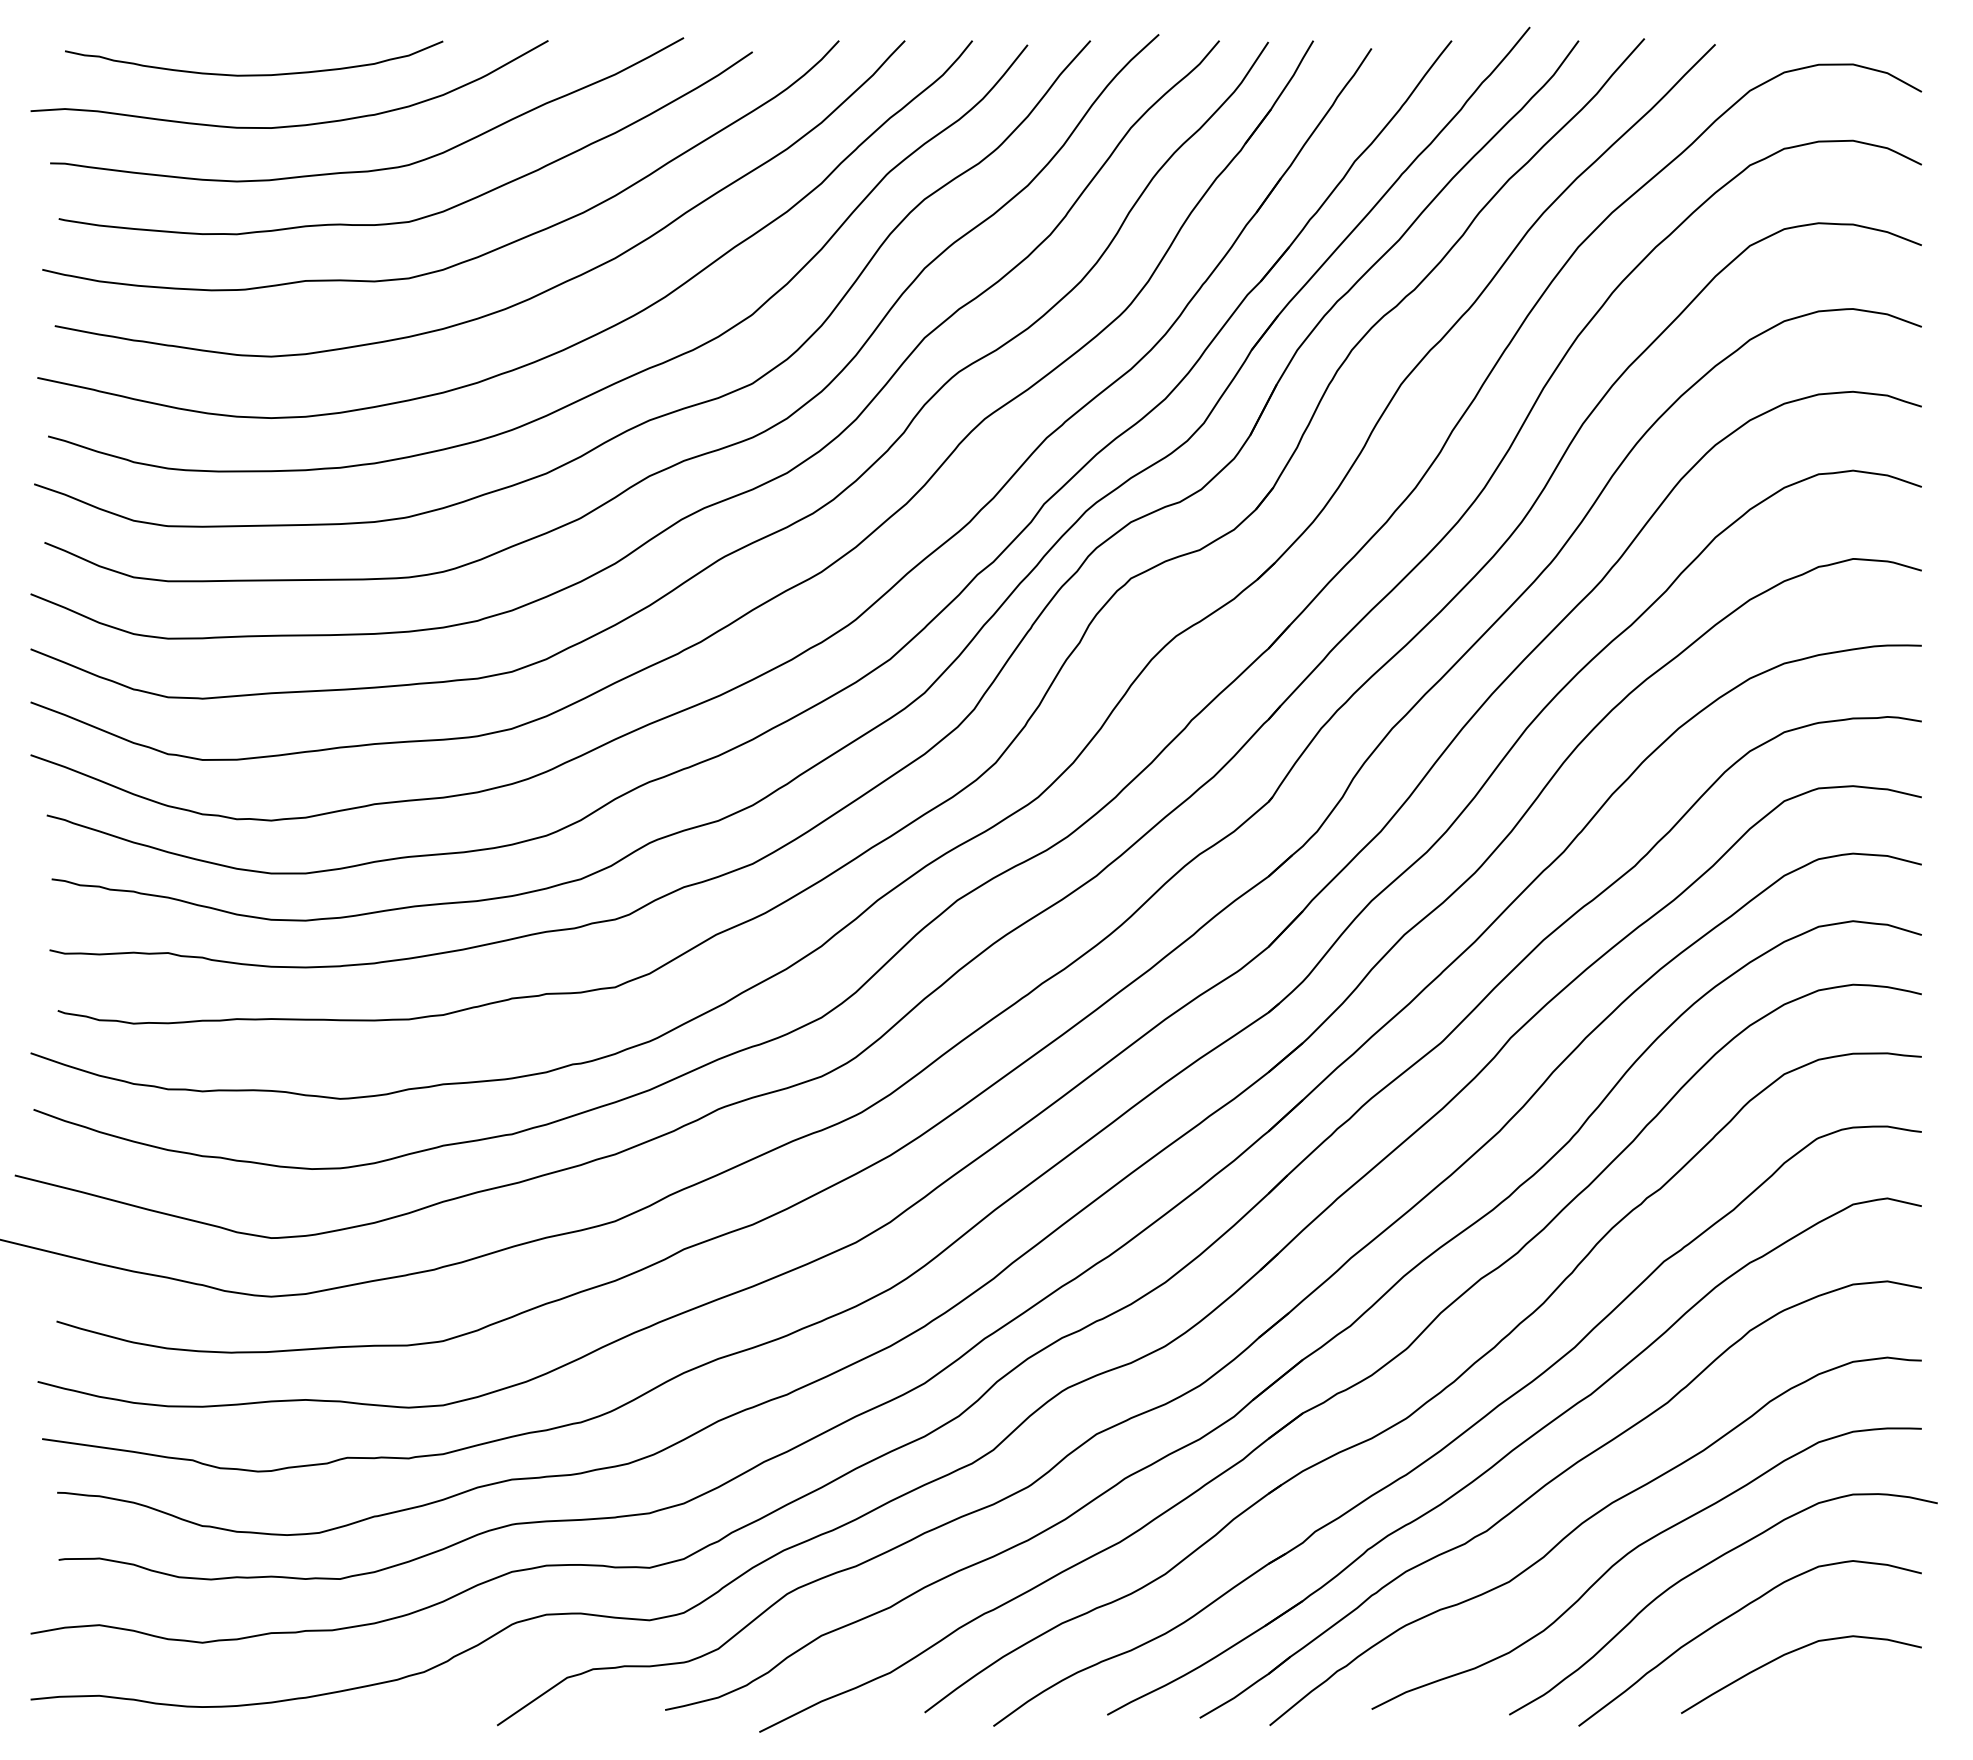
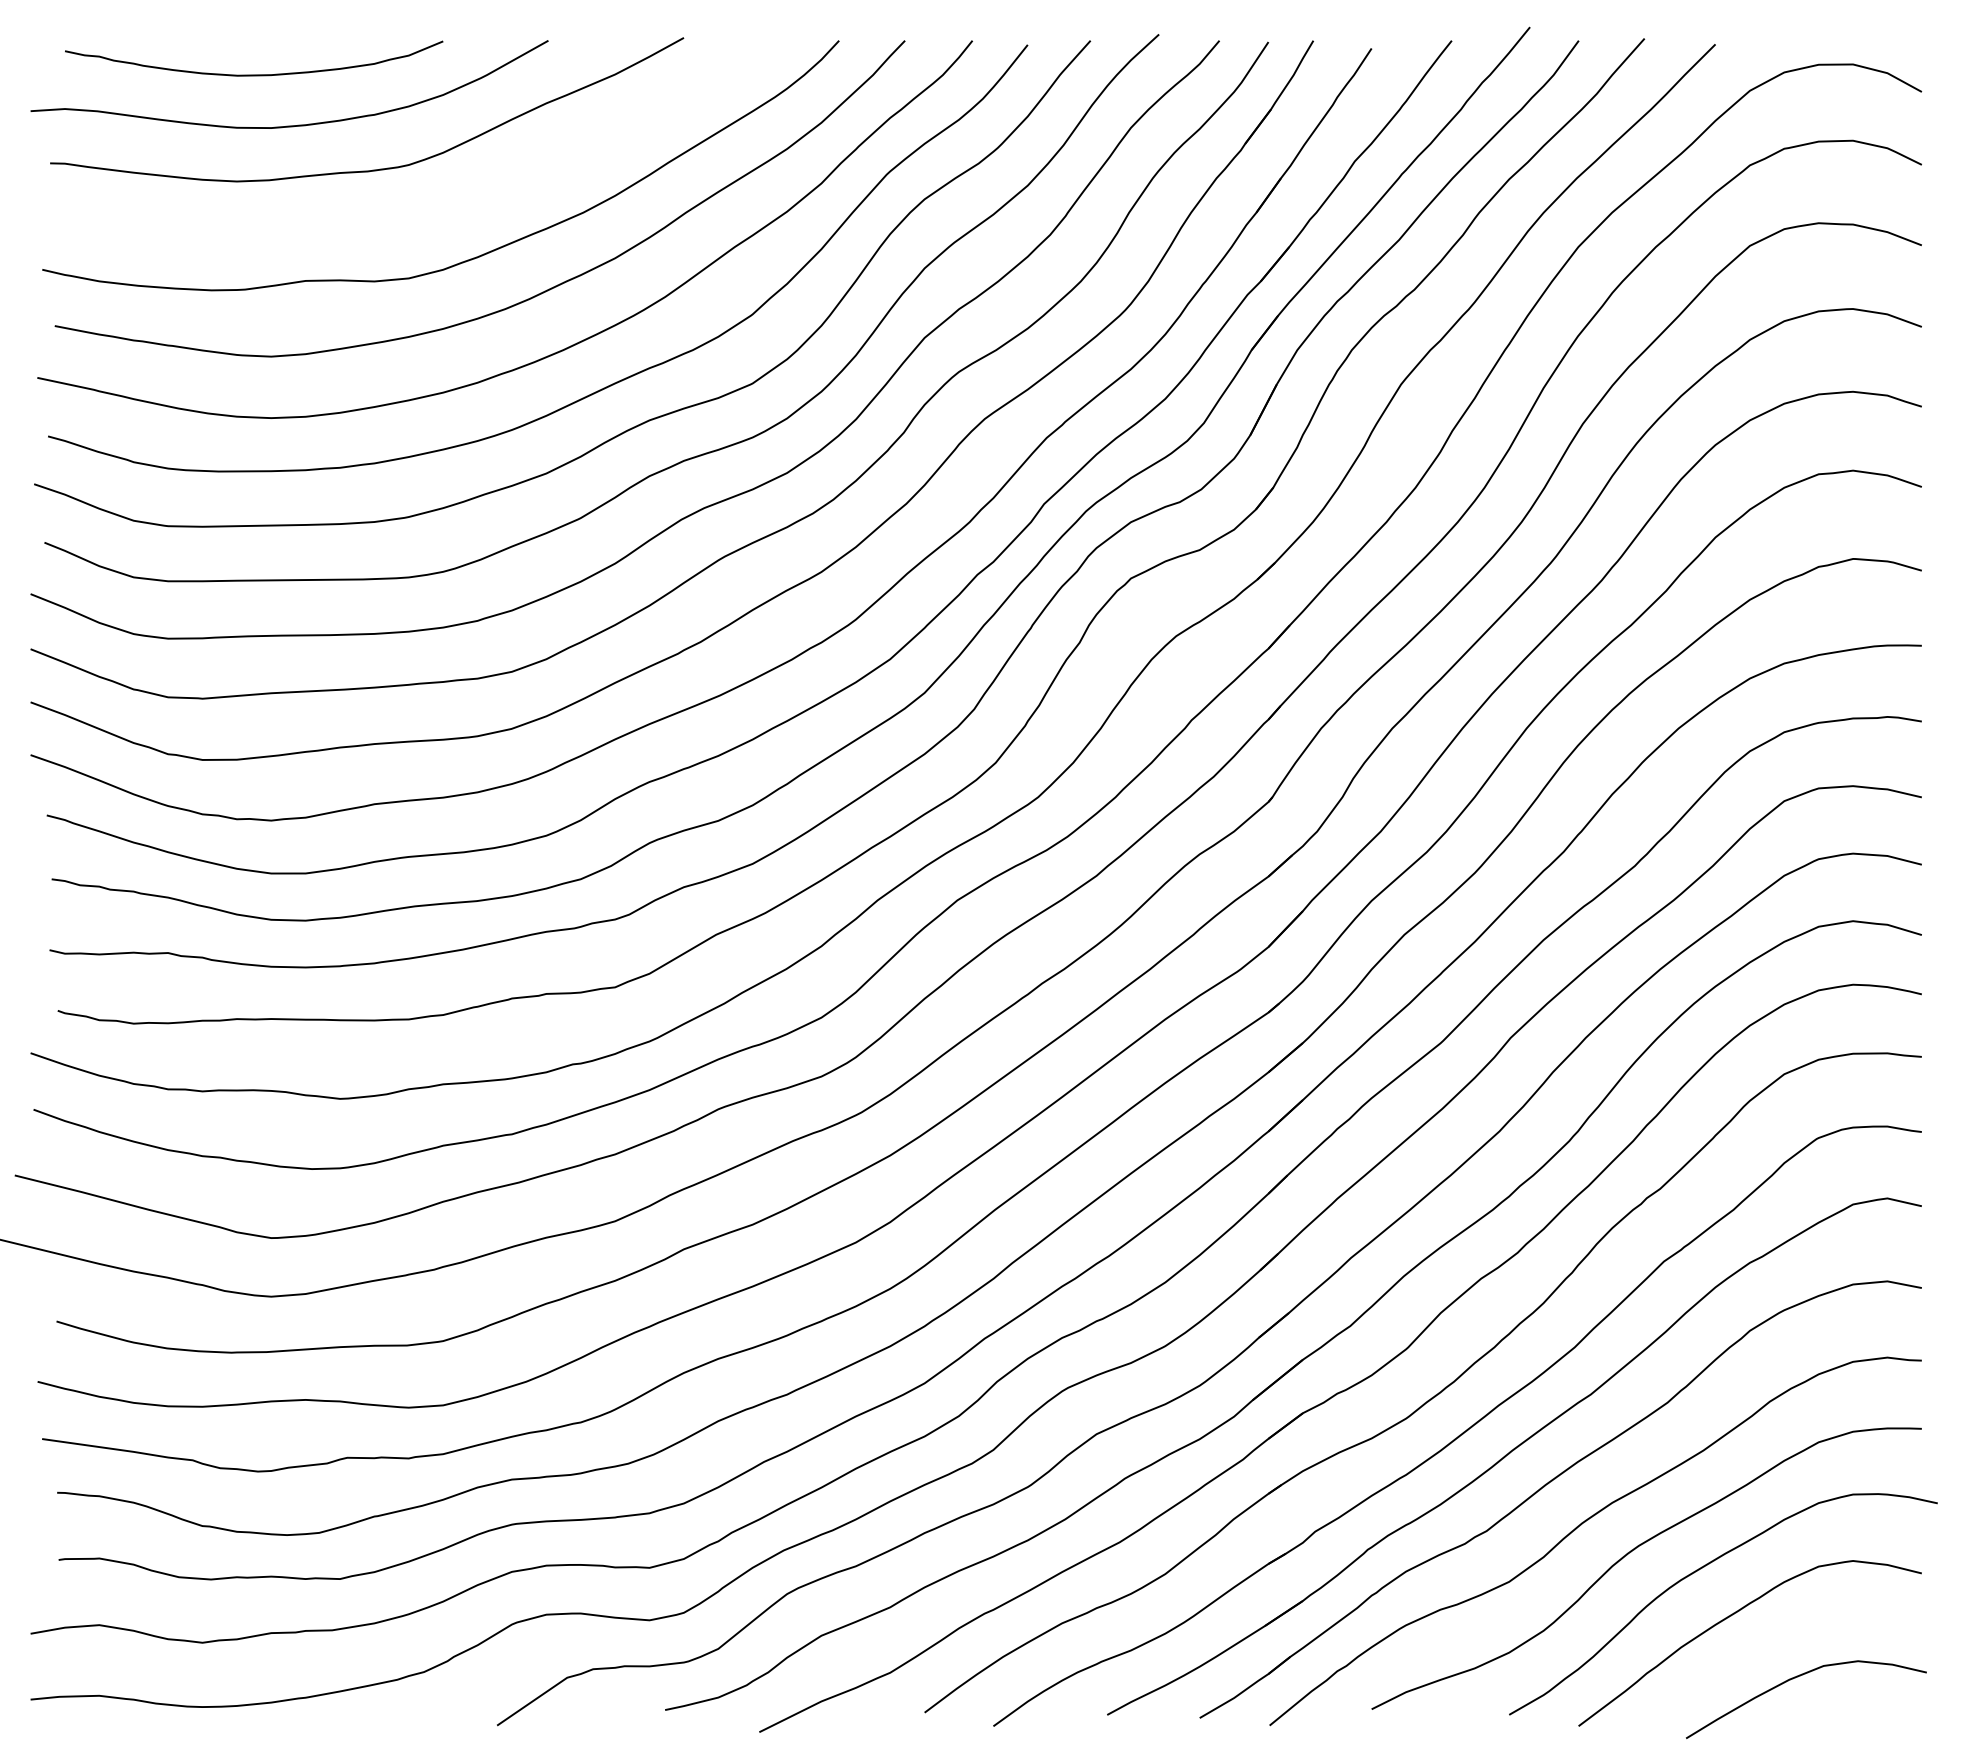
curve at (429, 214): present -> none
curve at (1793, 1652) position: (1793, 1652) -> (1798, 1677)
